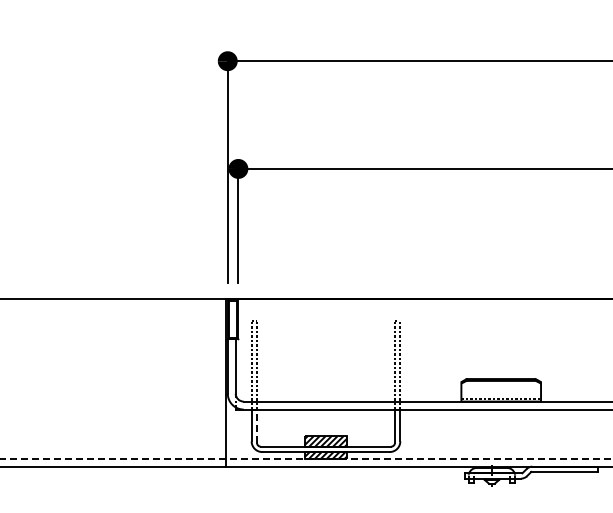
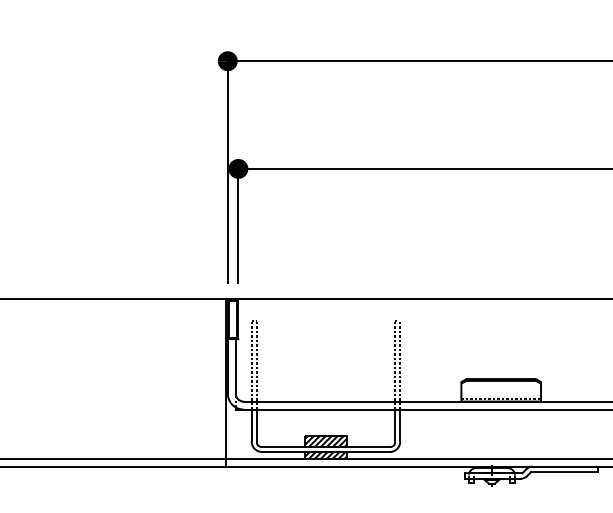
line at (256, 426): dashed -> solid
line at (306, 458): dashed -> solid
